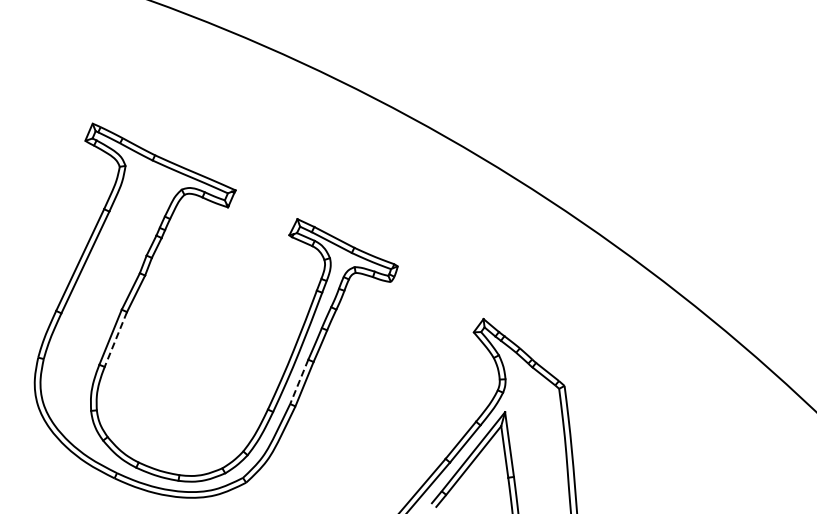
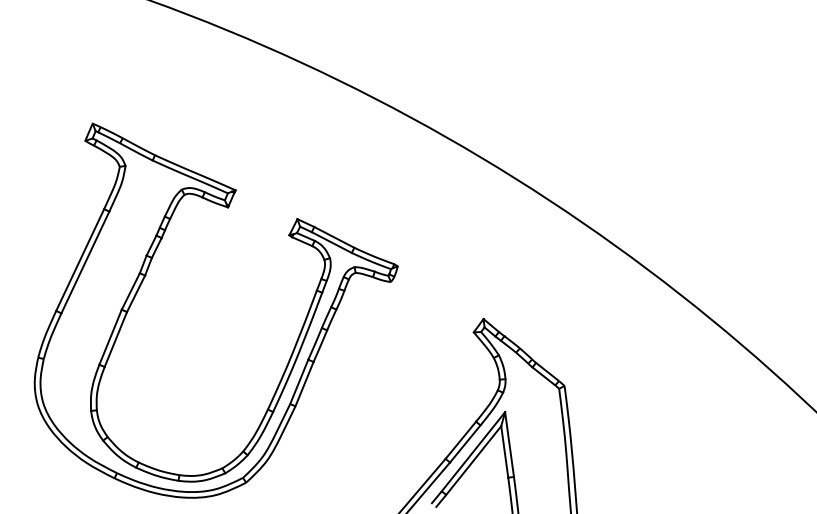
line at (115, 339): dashed -> solid
line at (299, 381): dashed -> solid
